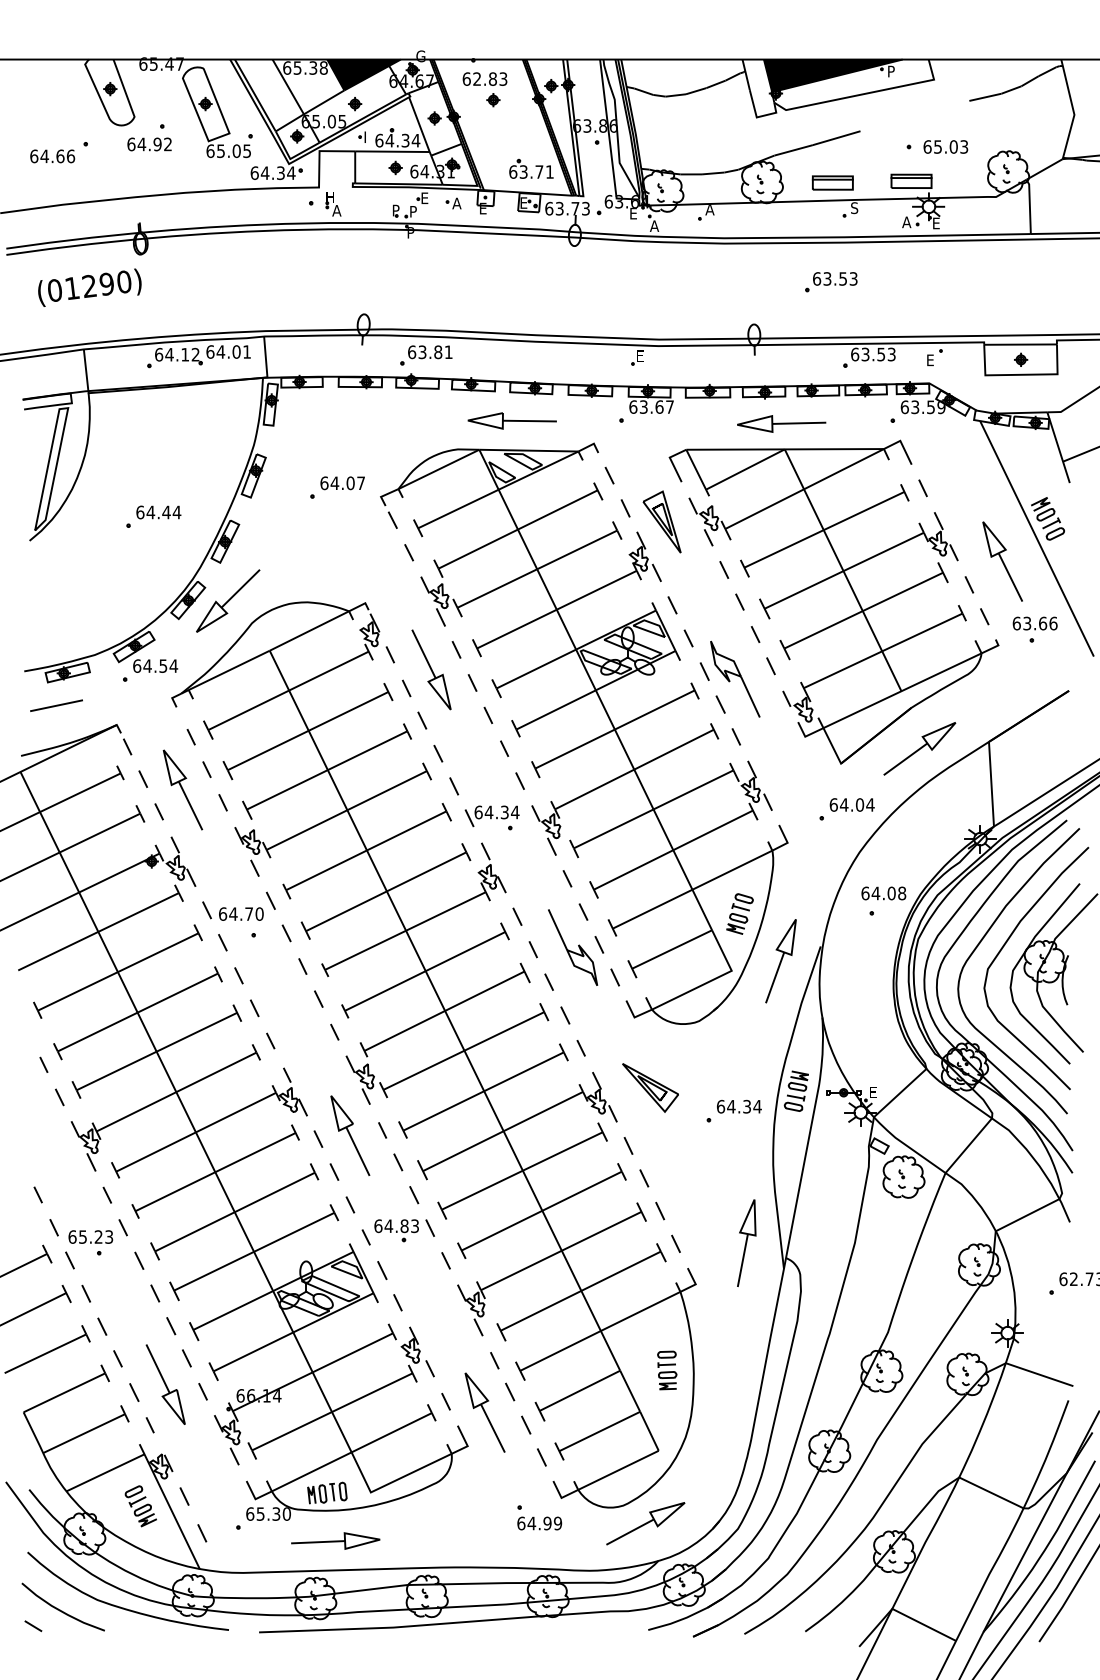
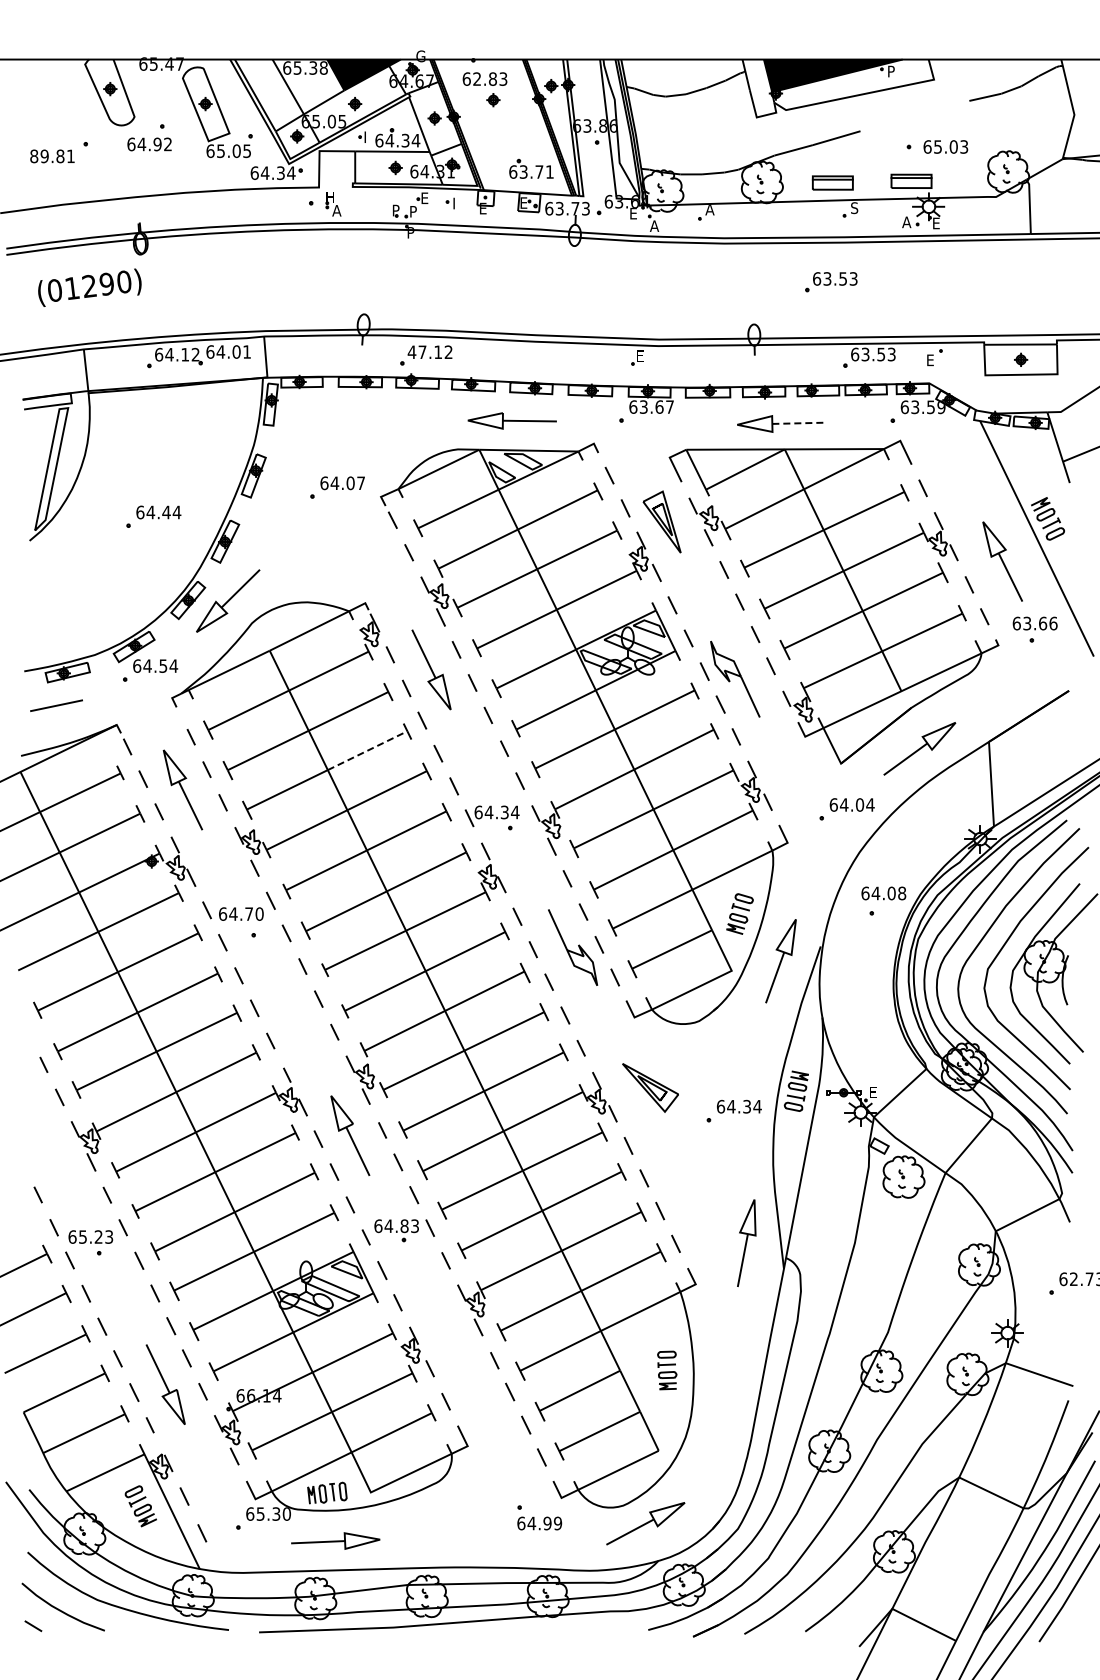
text at (52, 156): 64.66 -> 89.81
text at (456, 203): A -> I
text at (429, 352): 63.81 -> 47.12
line at (799, 423): solid -> dashed
line at (368, 750): solid -> dashed
part at (484, 1412): present -> none
